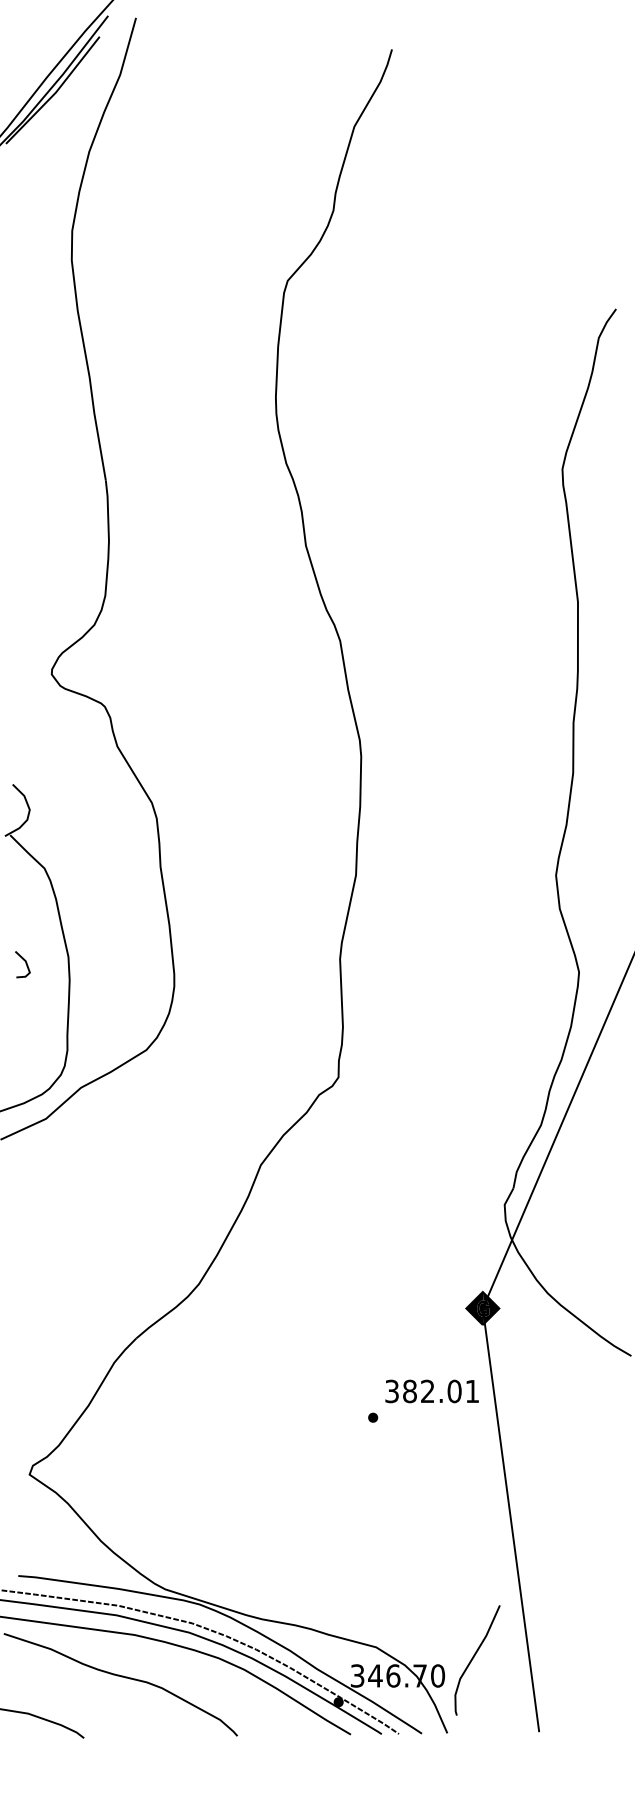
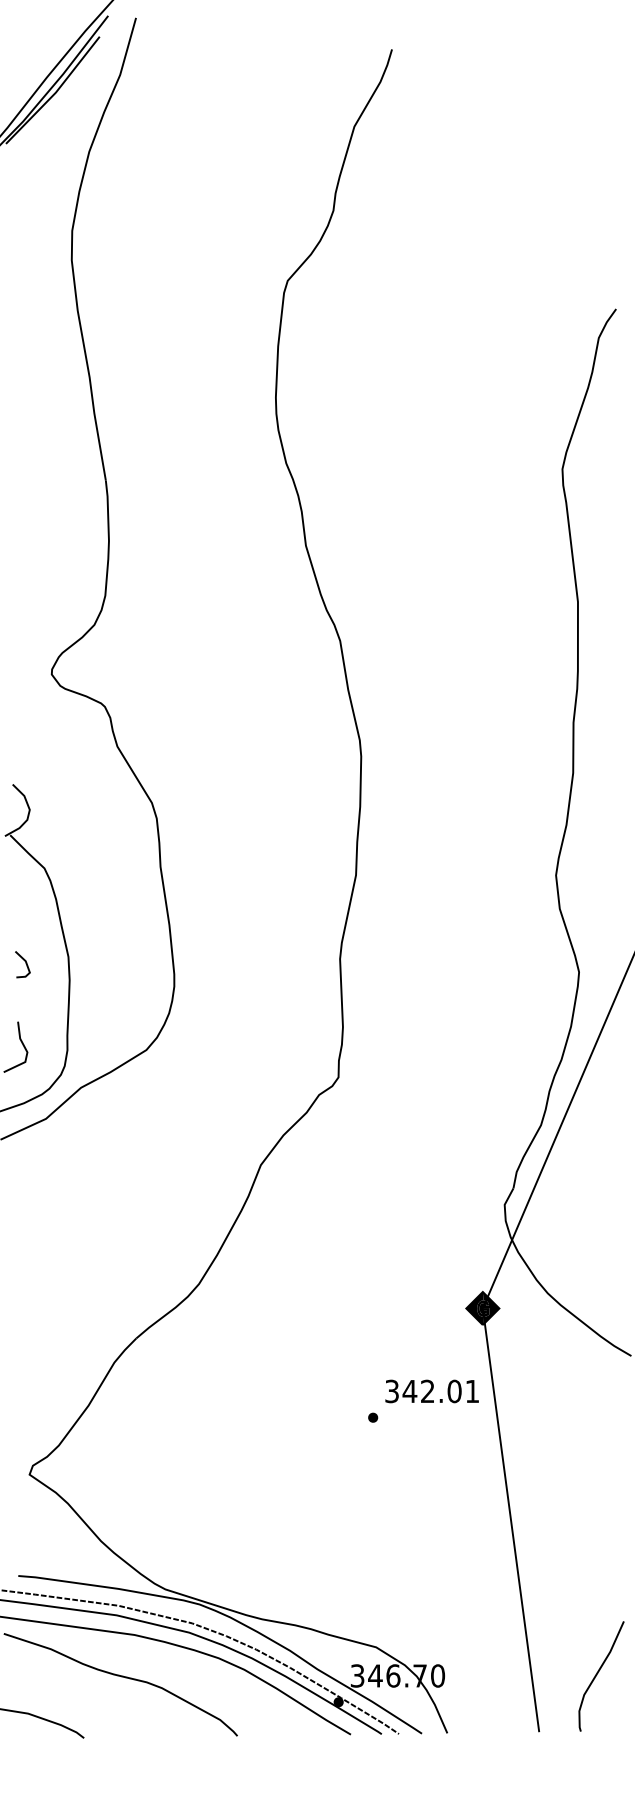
line at (21, 1043): none -> present
text at (409, 1391): 382.01 -> 342.01
curve at (473, 1659) position: (473, 1659) -> (597, 1675)
